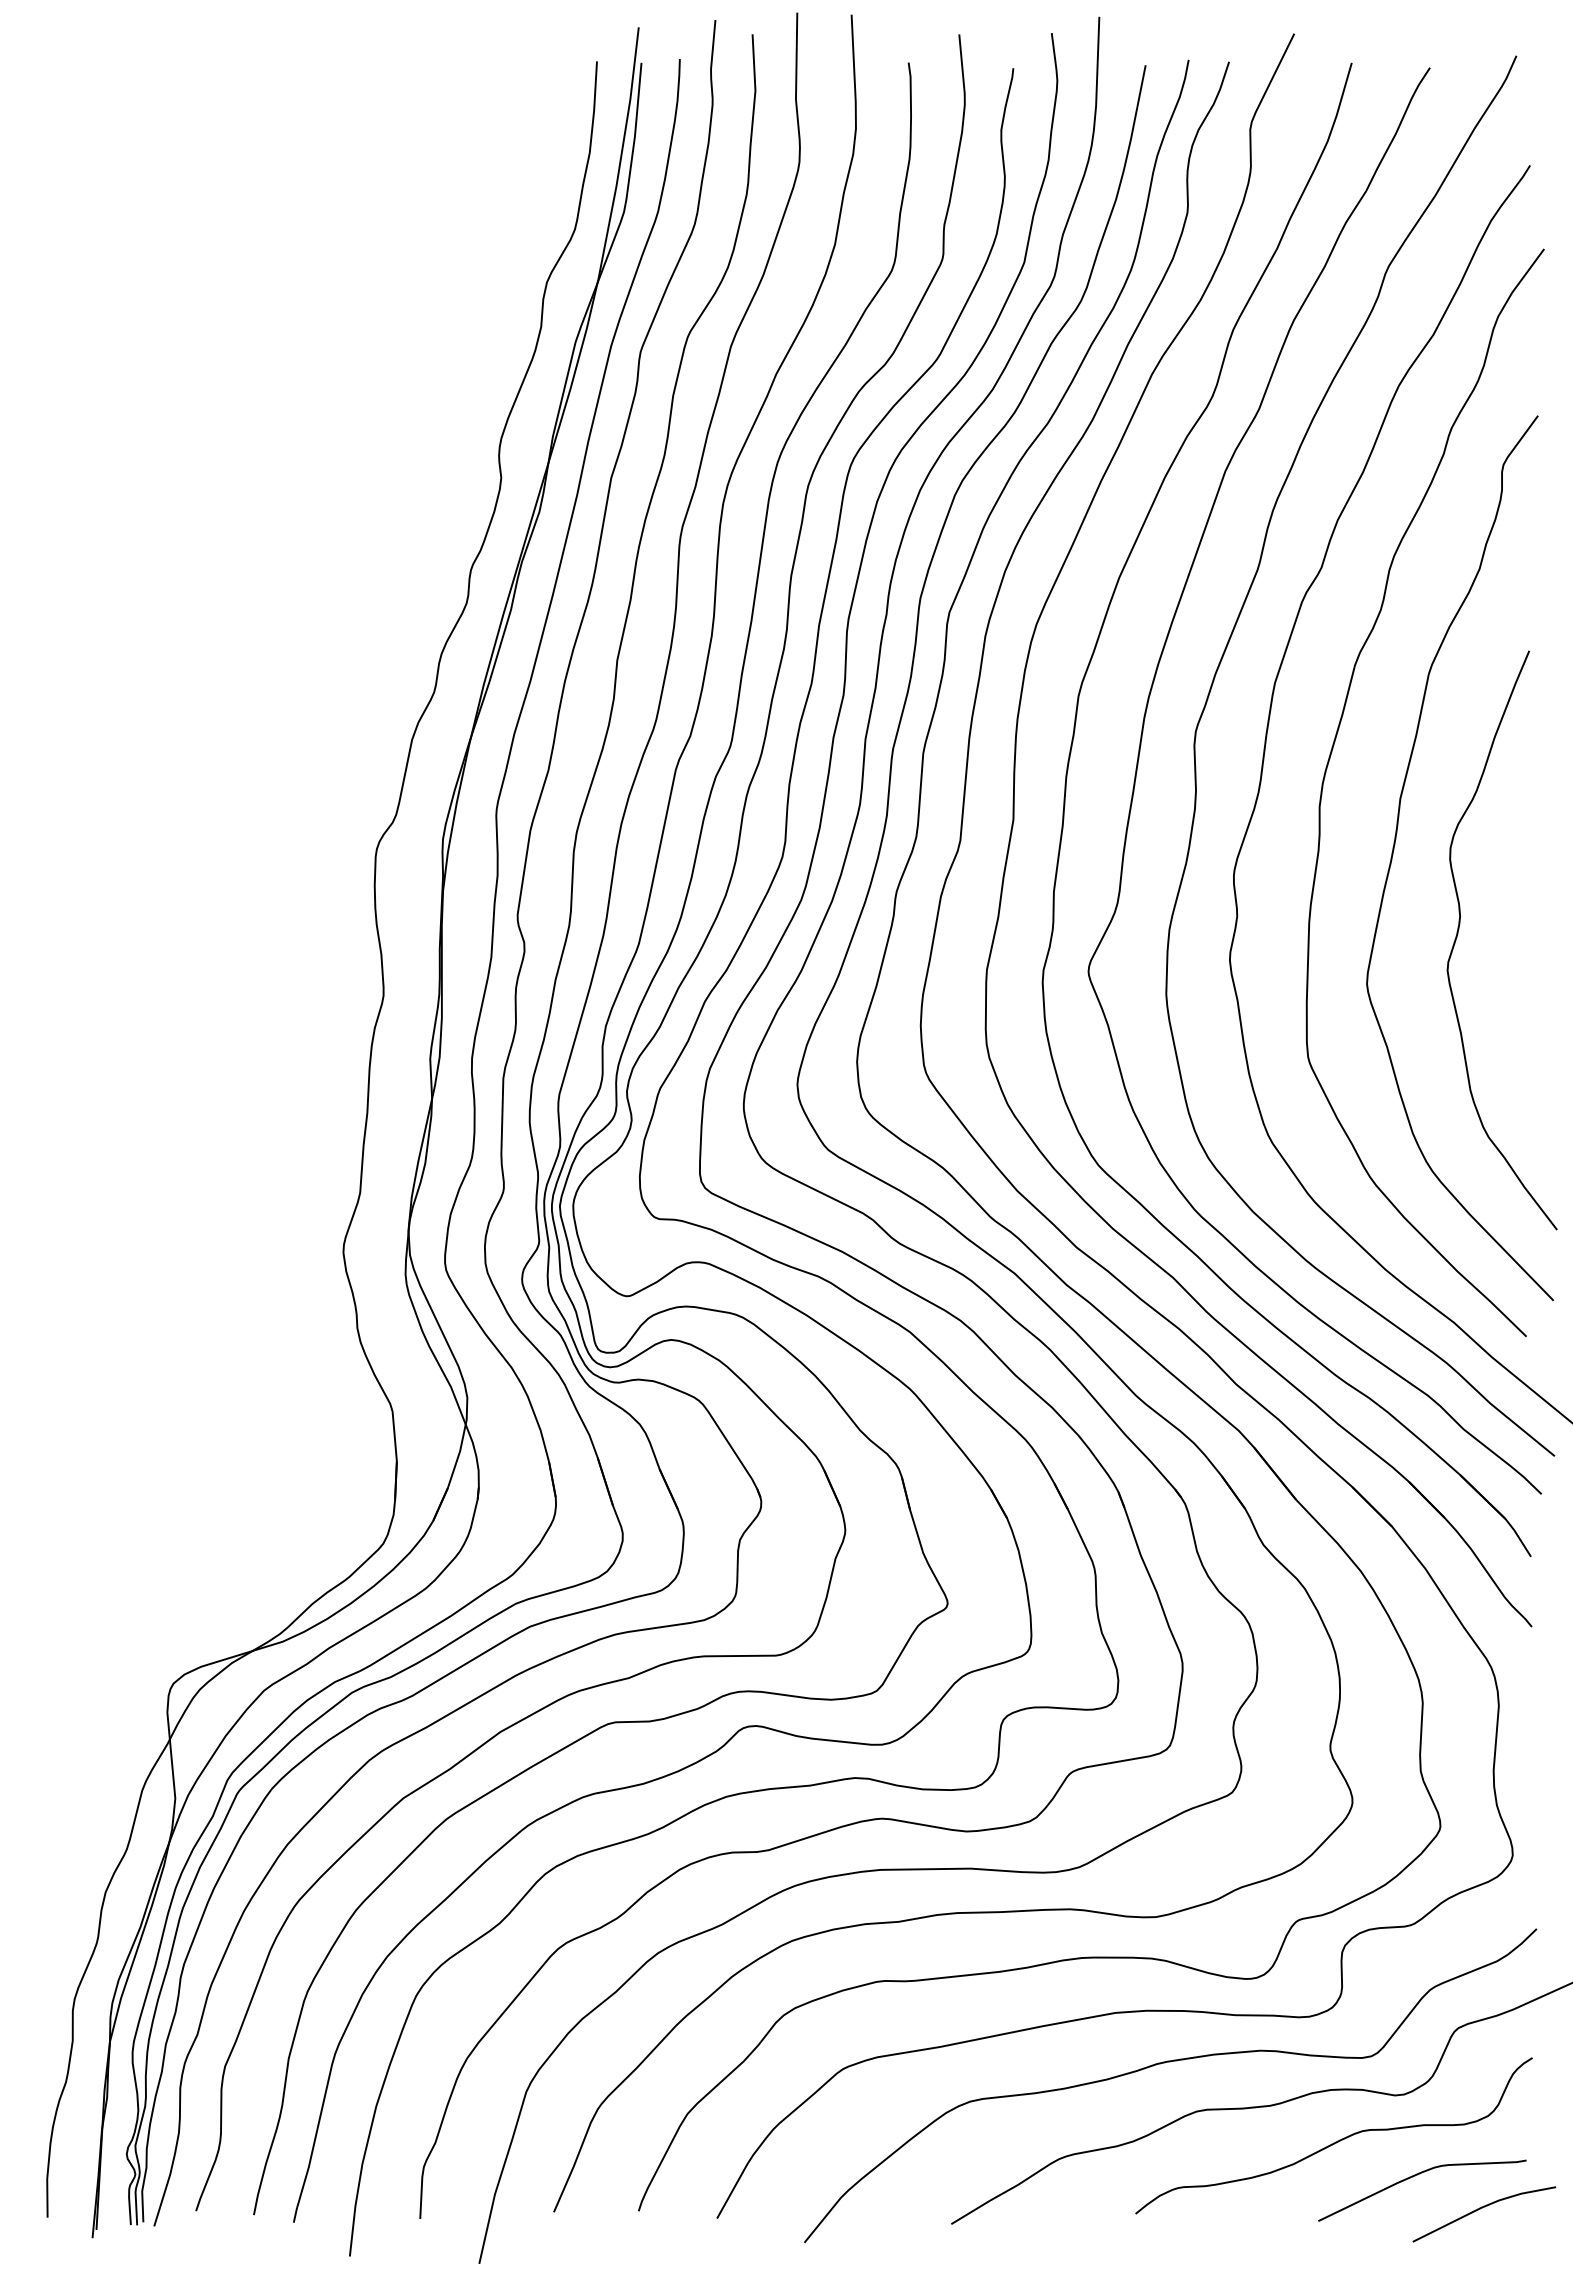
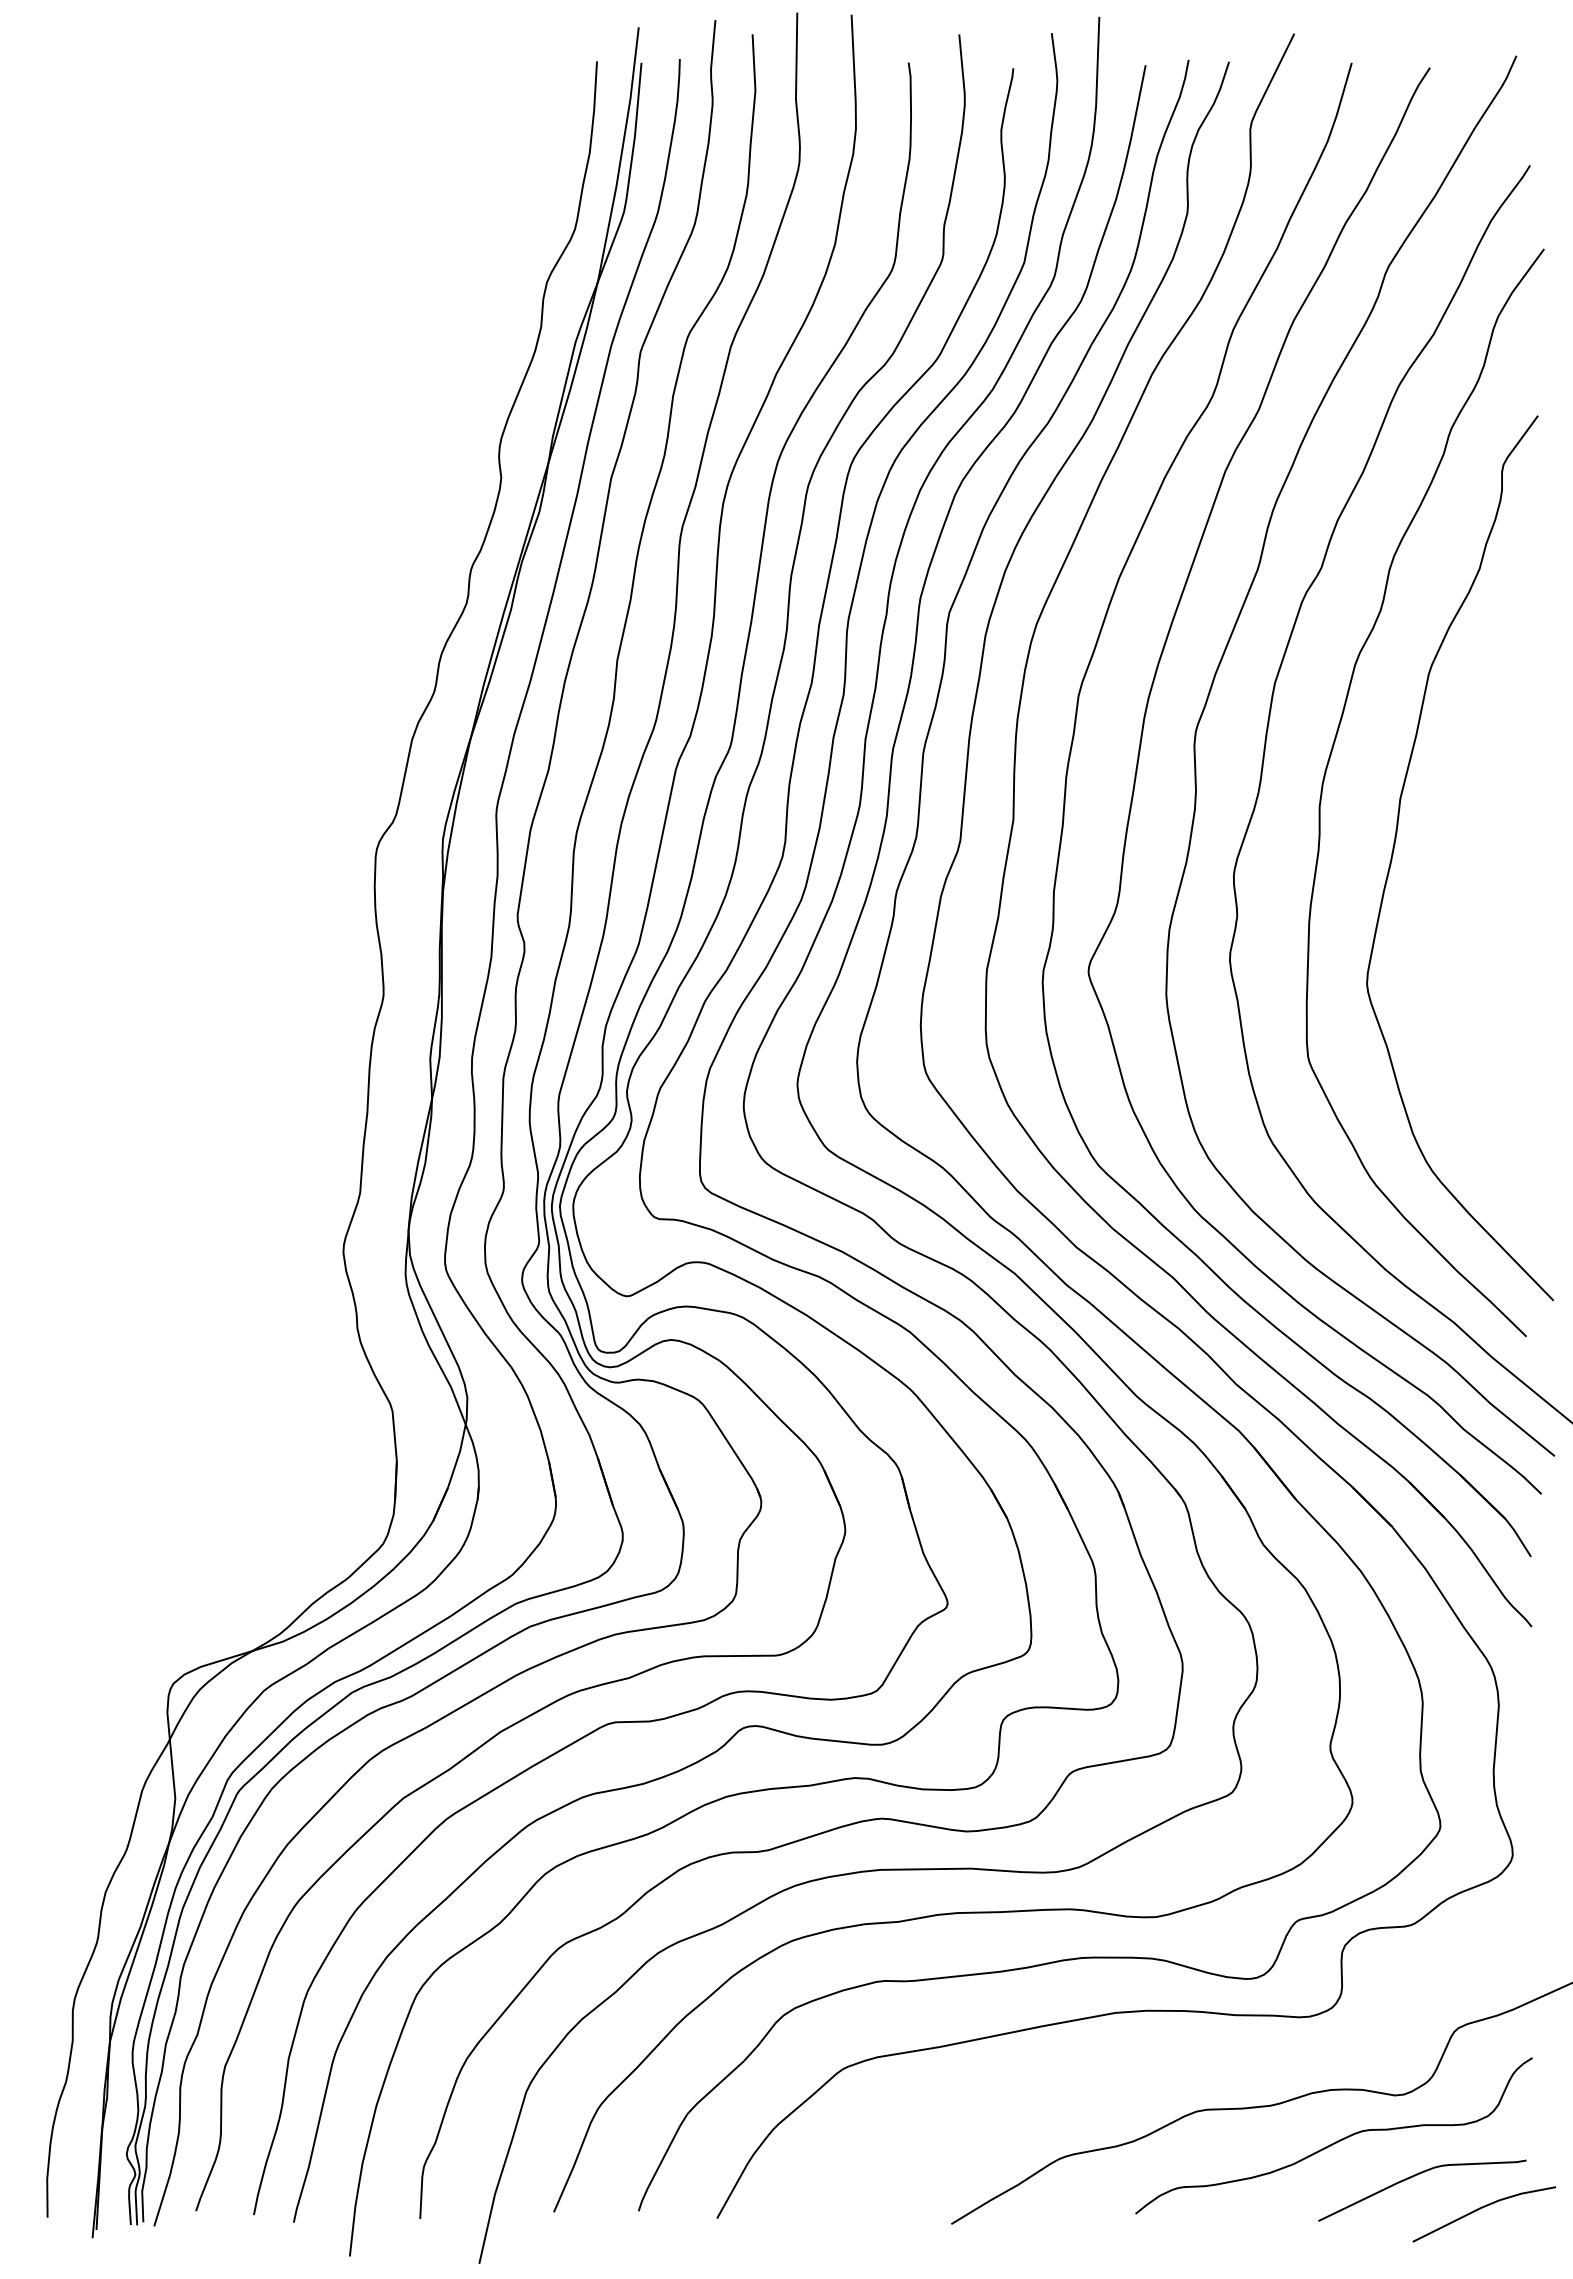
curve at (1459, 929): present -> none
curve at (1165, 2063): present -> none
